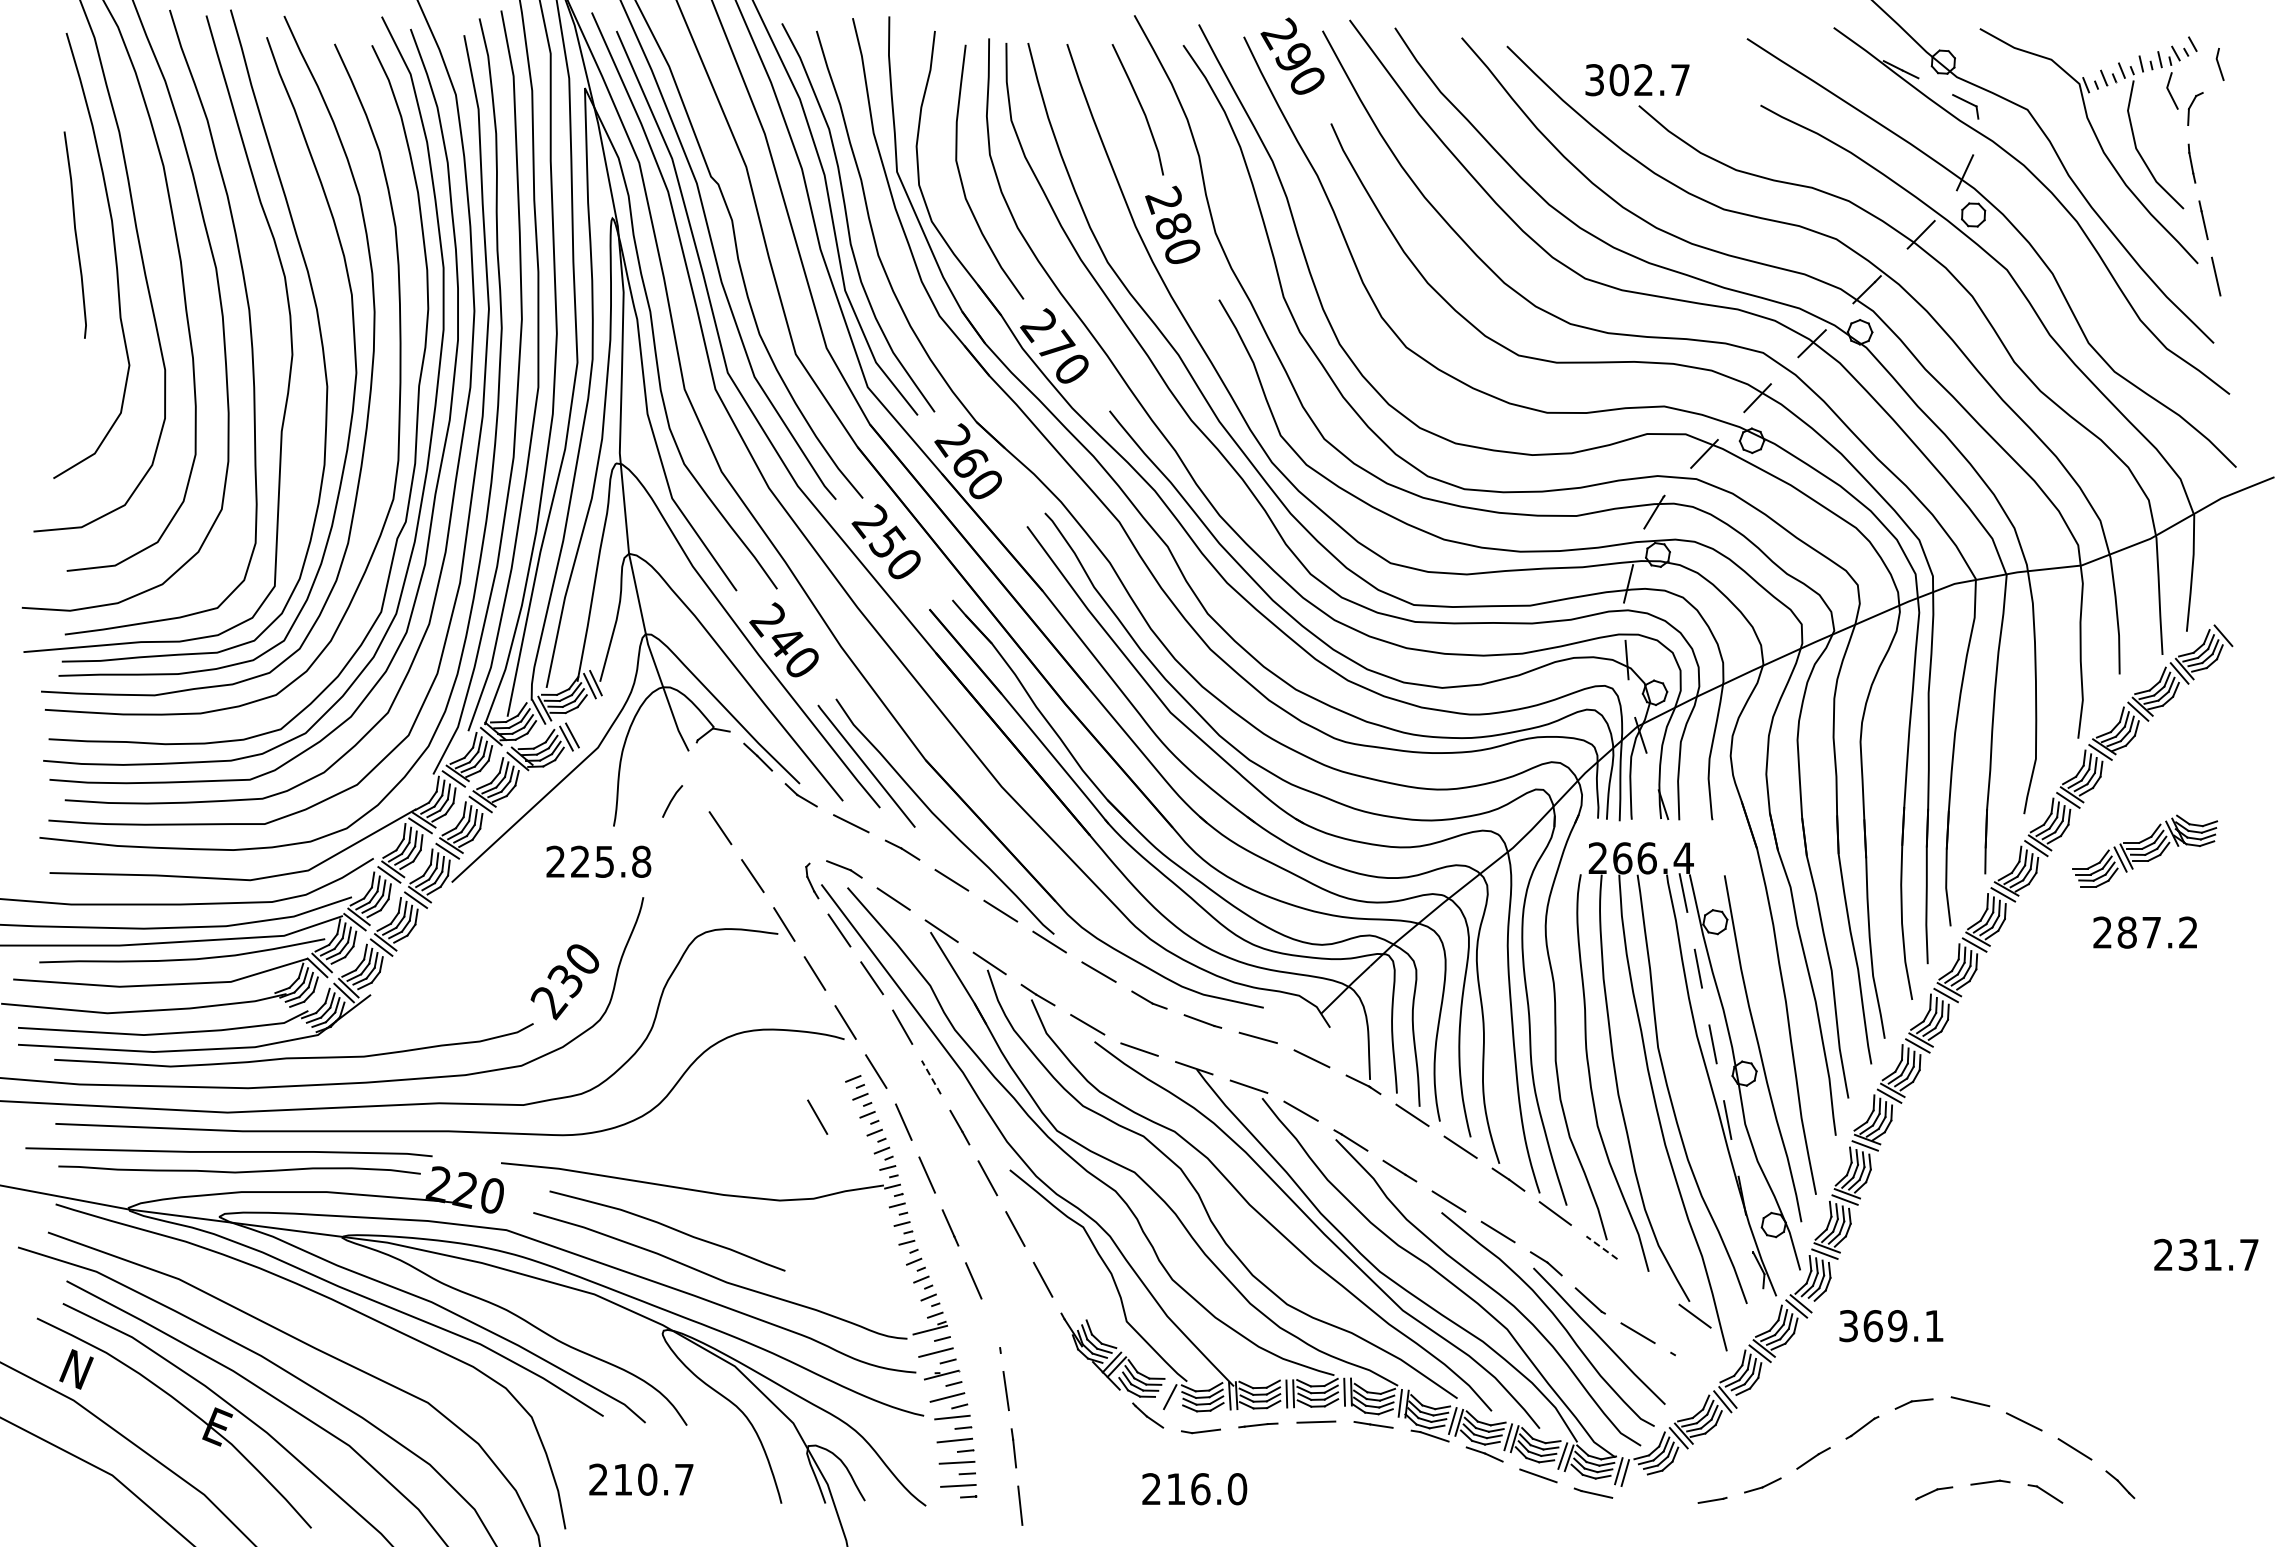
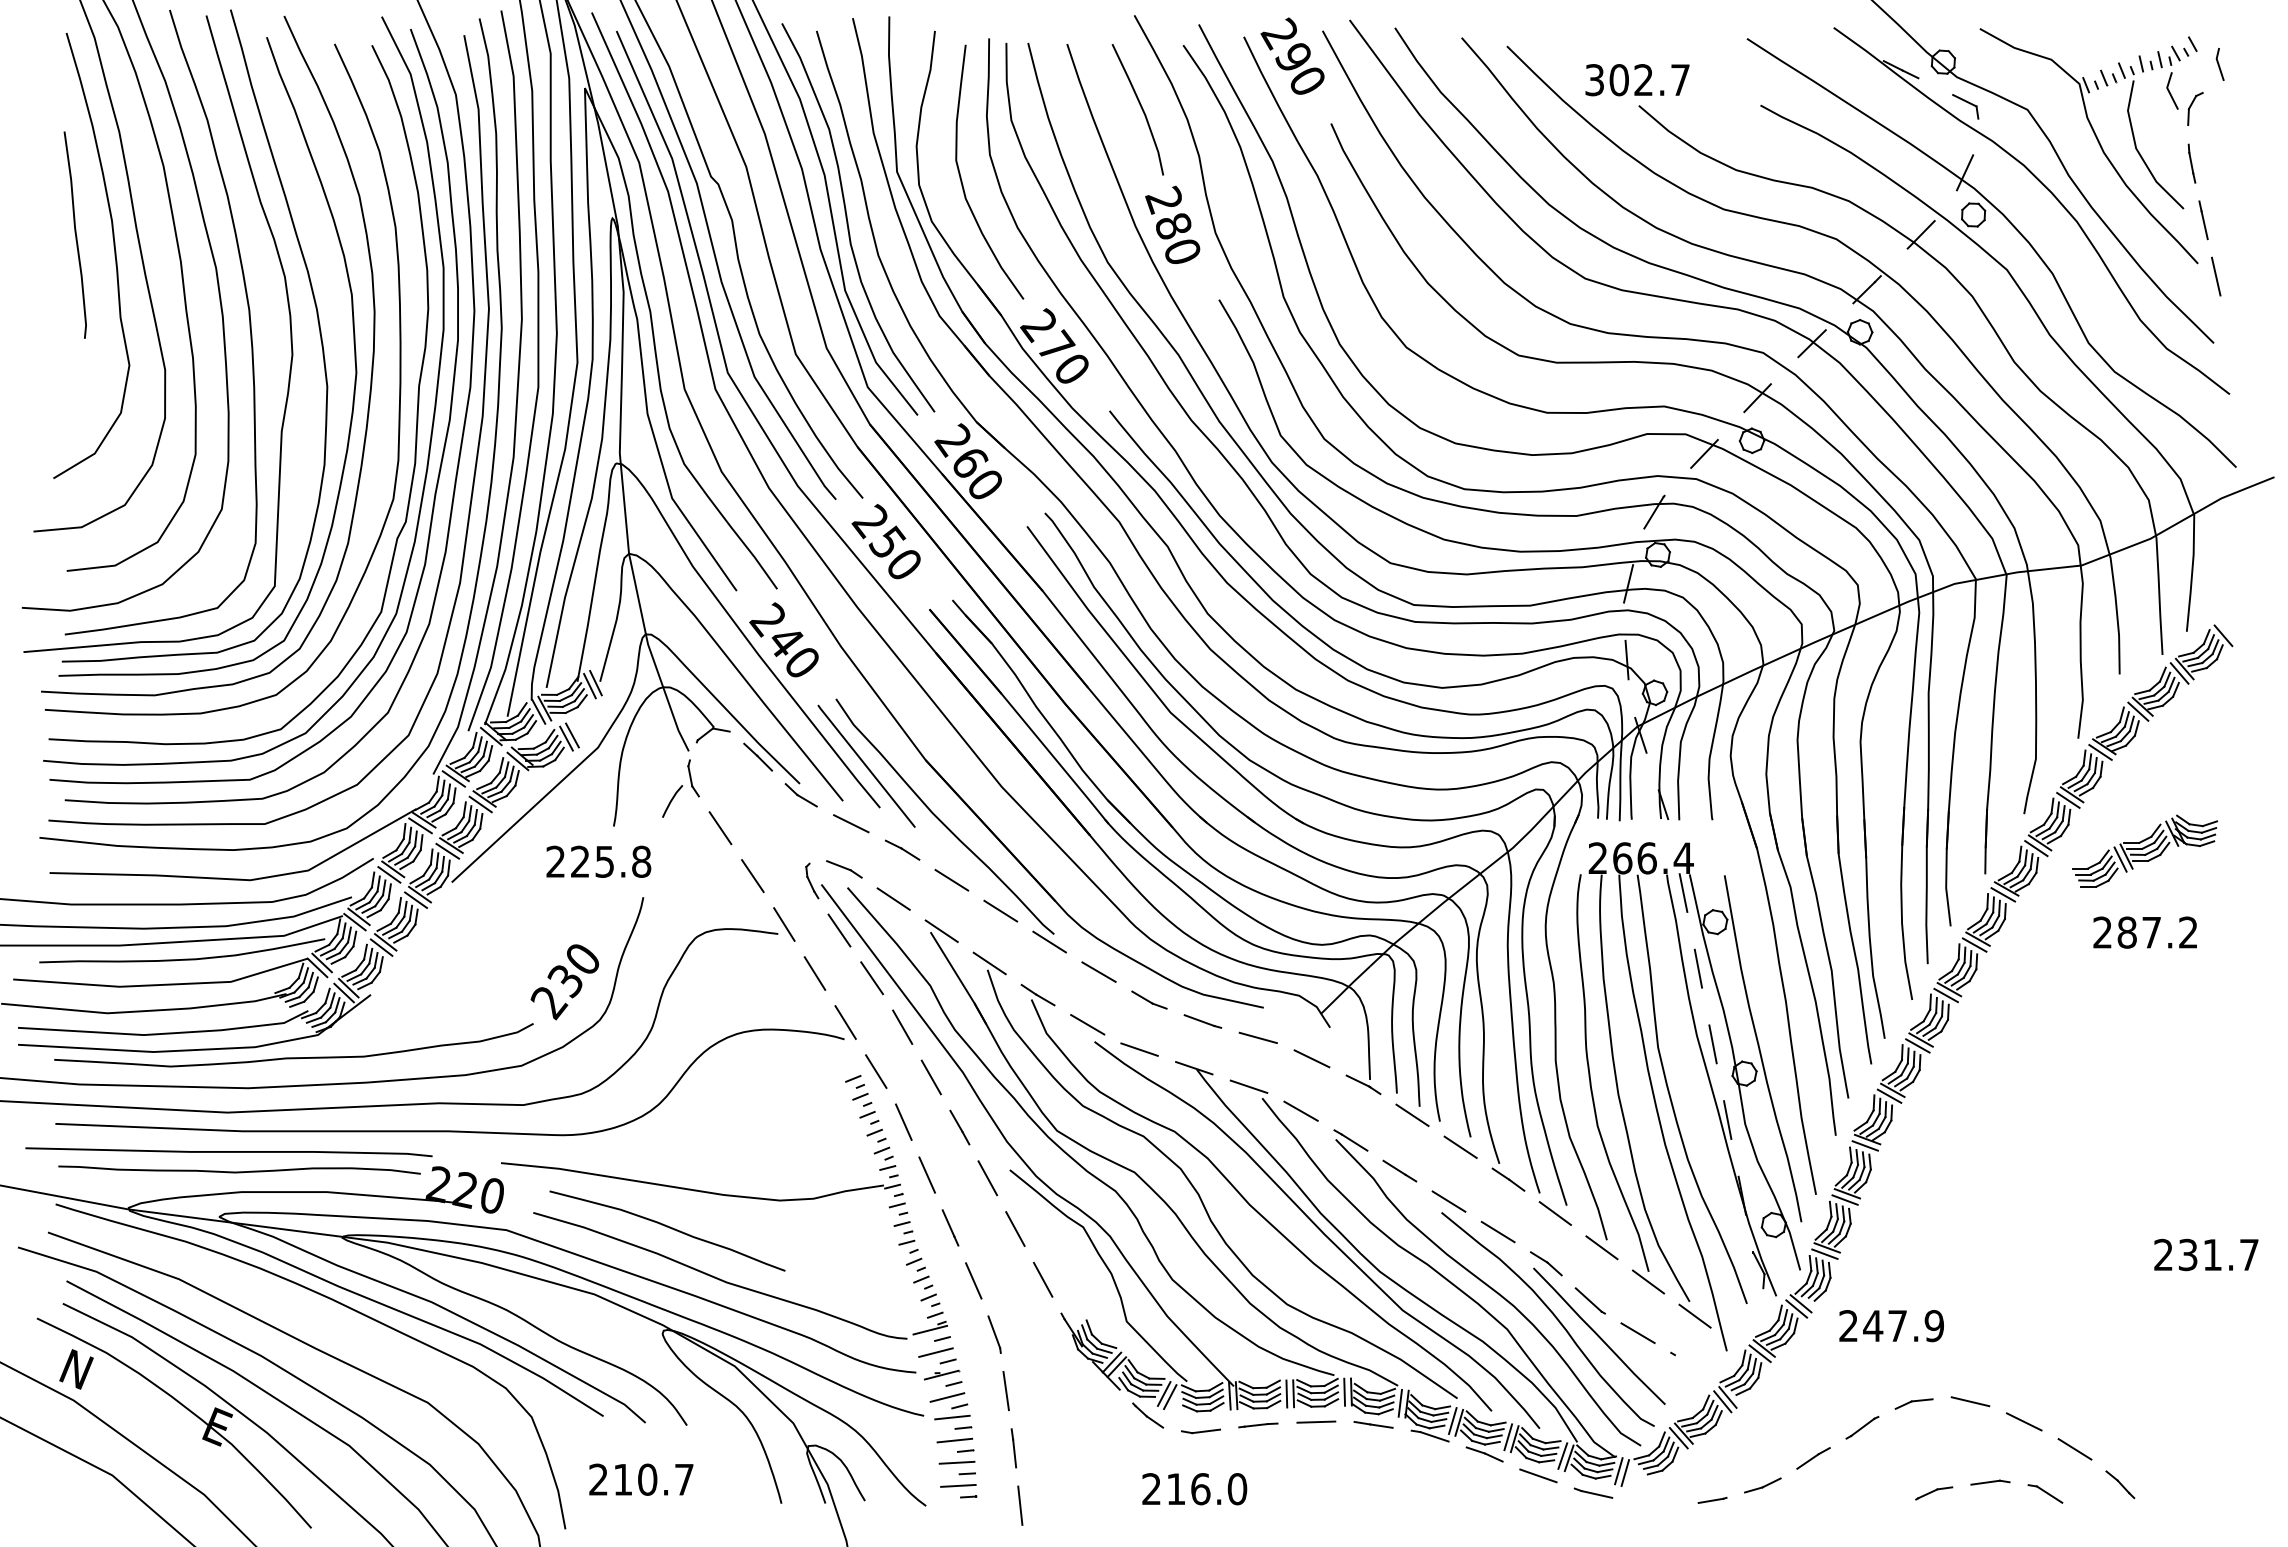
part at (693, 778): none -> present
line at (931, 1077): dashed -> solid
line at (817, 1116): present -> none
line at (1601, 1247): dashed -> solid
line at (1648, 1281): none -> present
text at (1891, 1326): 369.1 -> 247.9
line at (994, 1332): none -> present
line at (1163, 1393): none -> present
